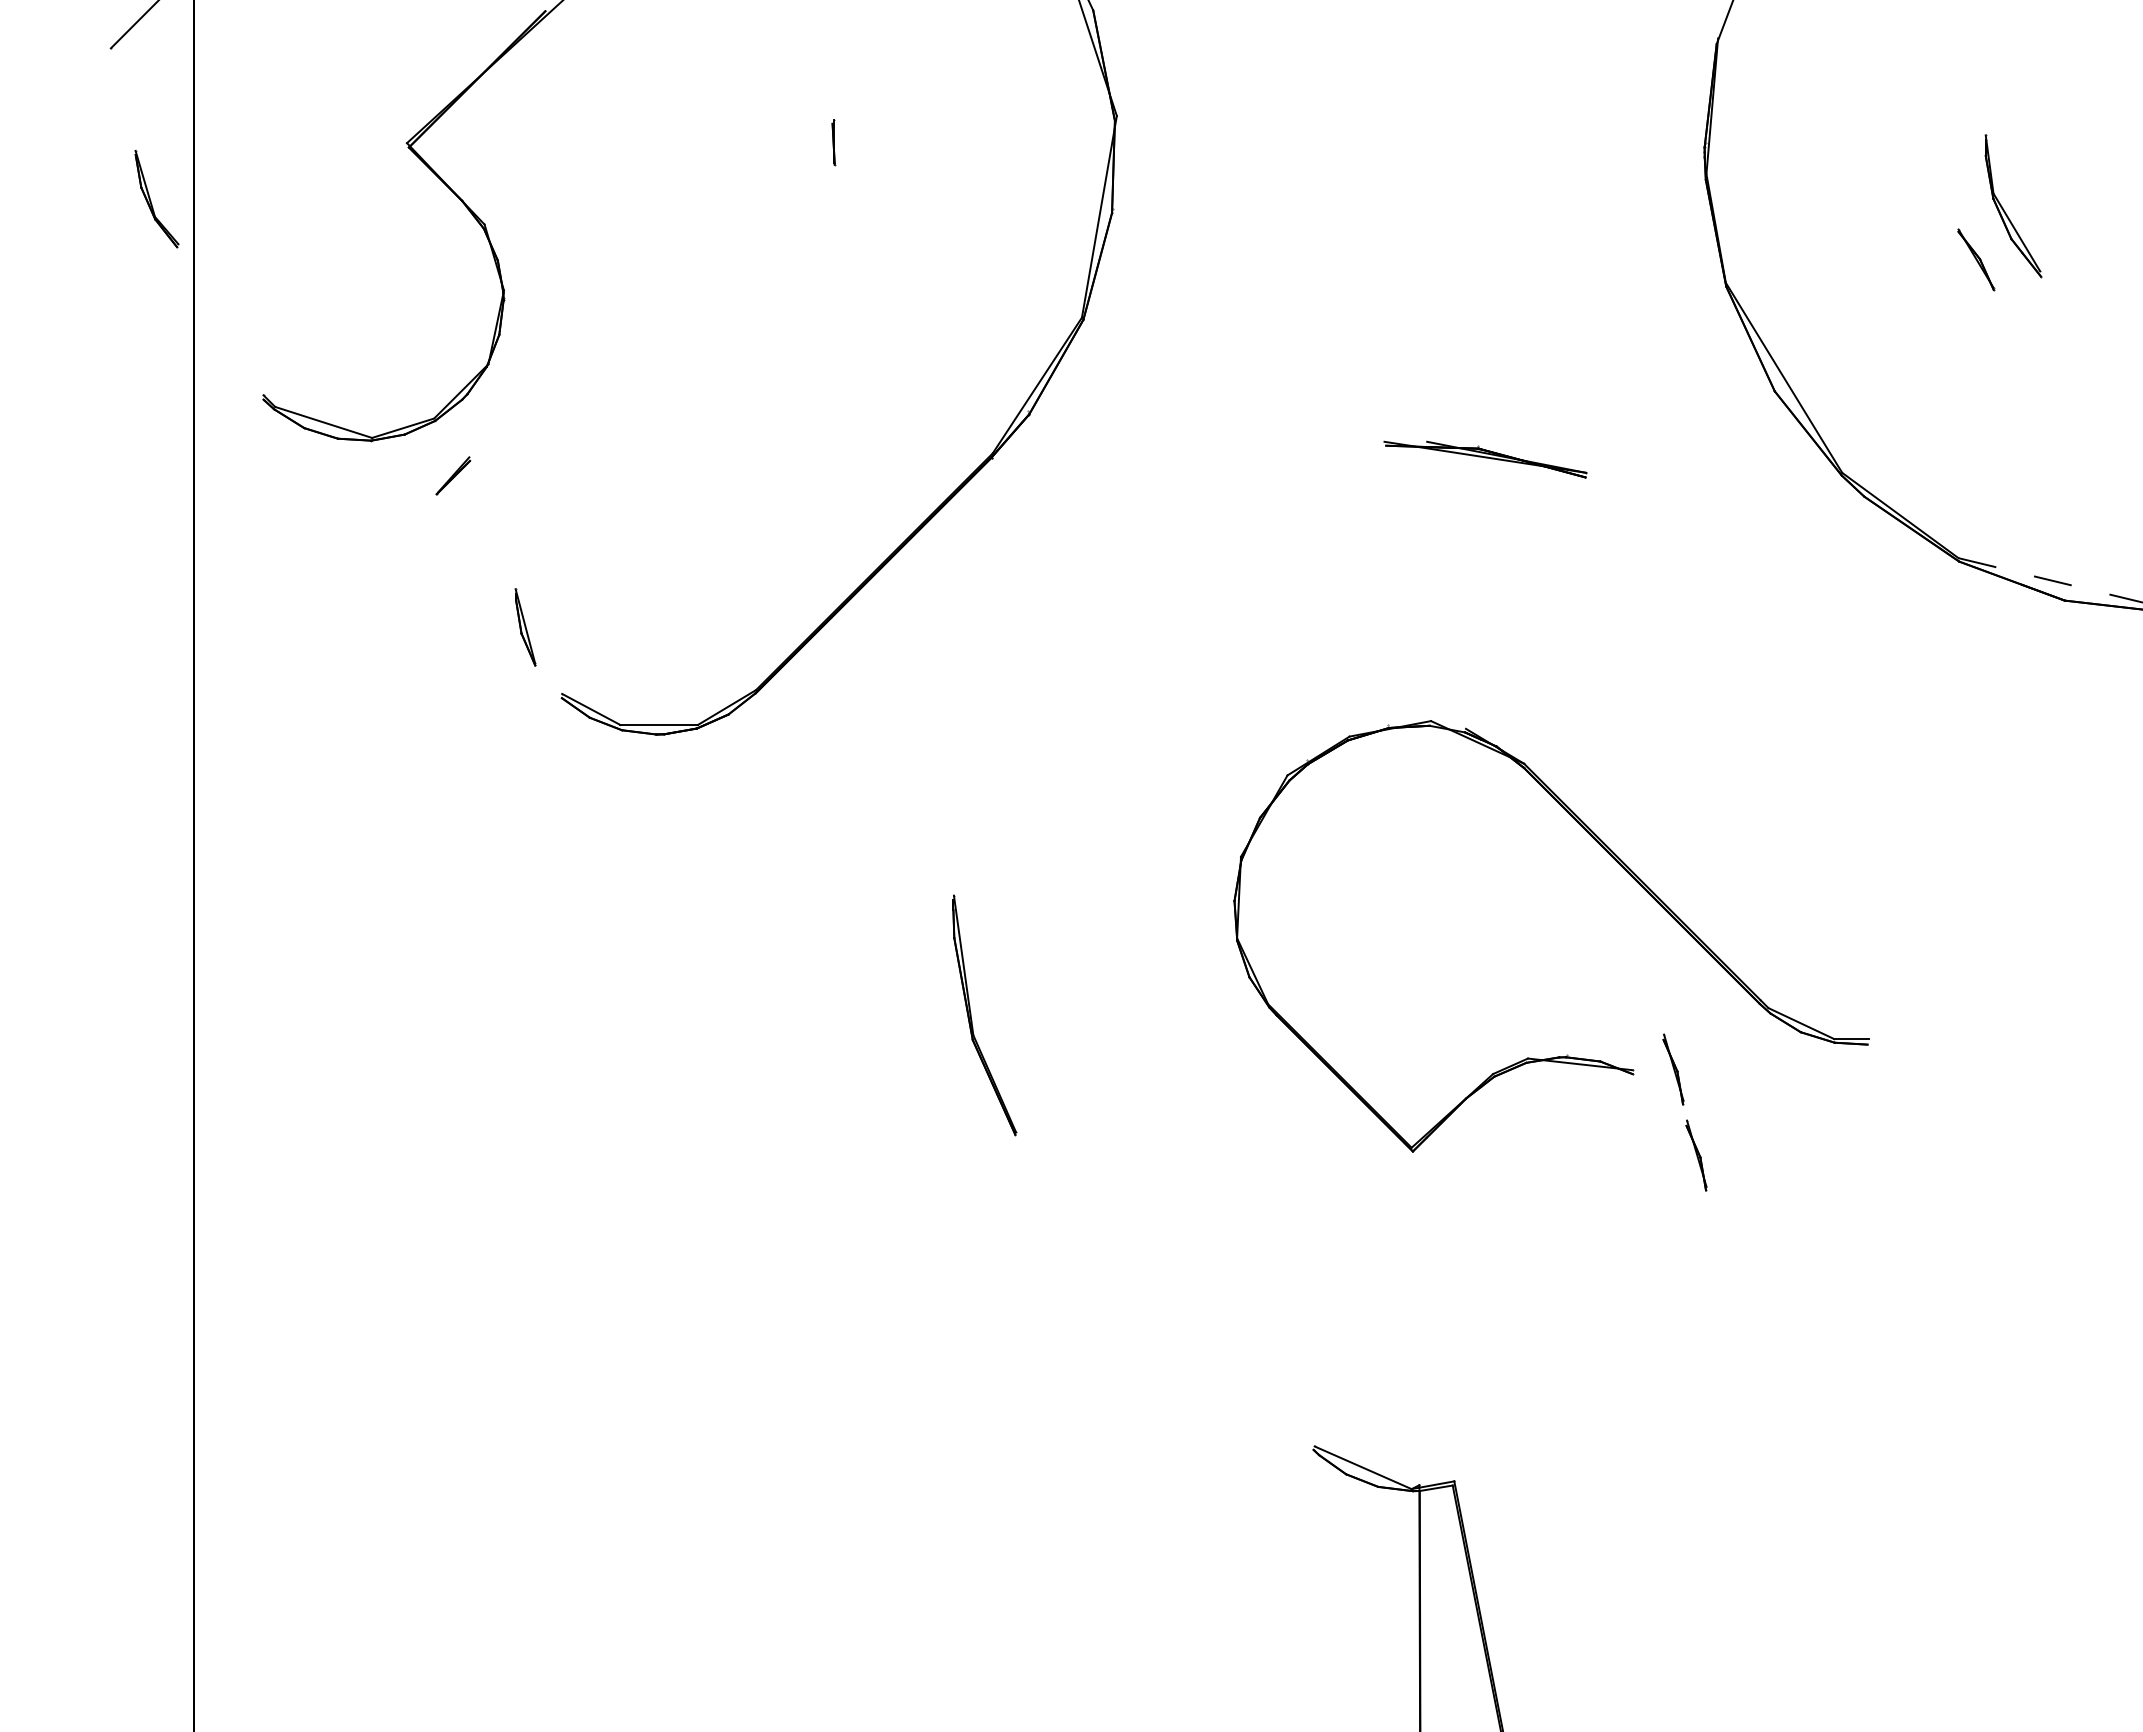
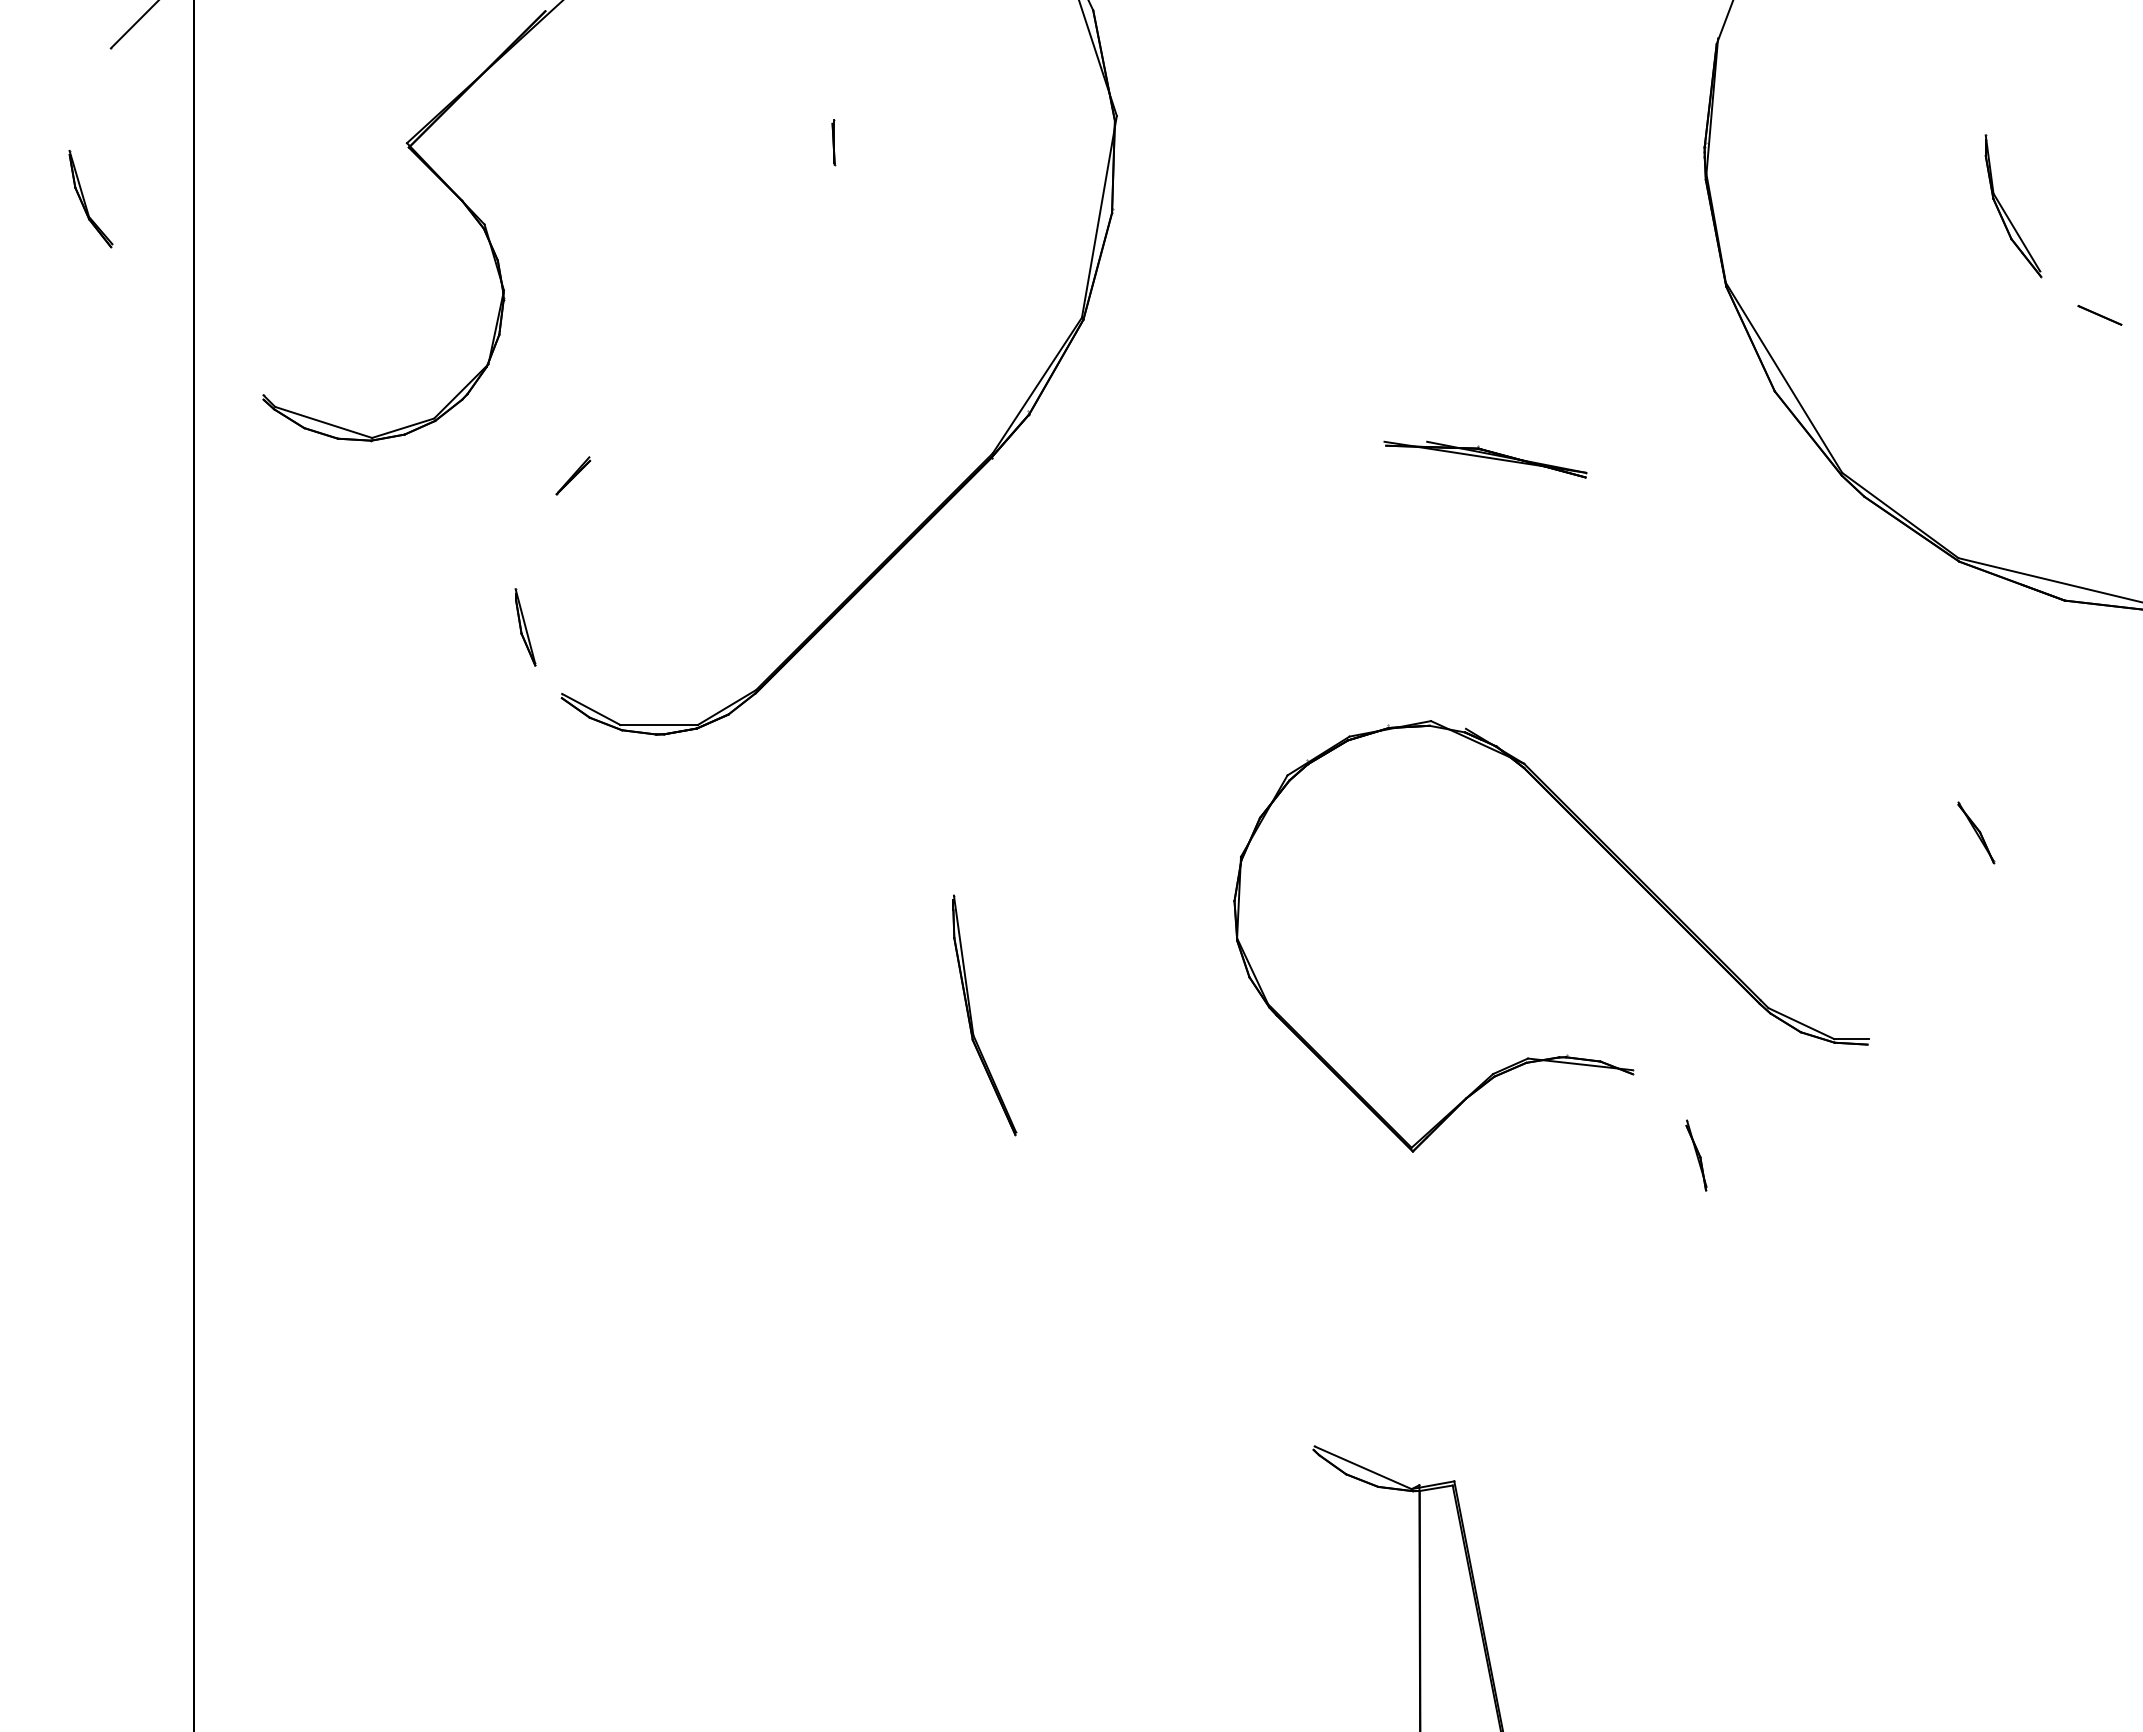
part at (156, 199) position: (156, 199) -> (90, 199)
part at (1976, 259) position: (1976, 259) -> (1976, 832)
line at (2099, 315): none -> present
part at (453, 475) position: (453, 475) -> (573, 475)
line at (2050, 580): dashed -> solid
part at (1673, 1069): present -> none
